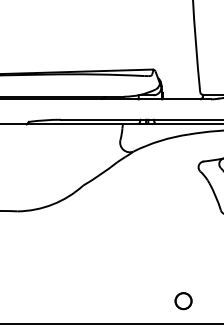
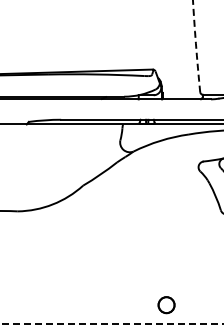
arc at (196, 45): solid -> dashed
circle at (183, 301) position: (183, 301) -> (166, 305)
line at (111, 324): solid -> dashed
